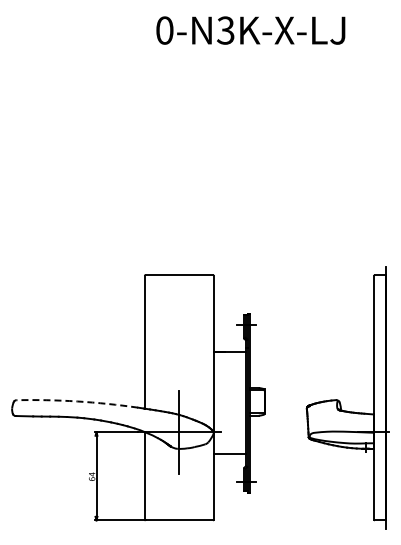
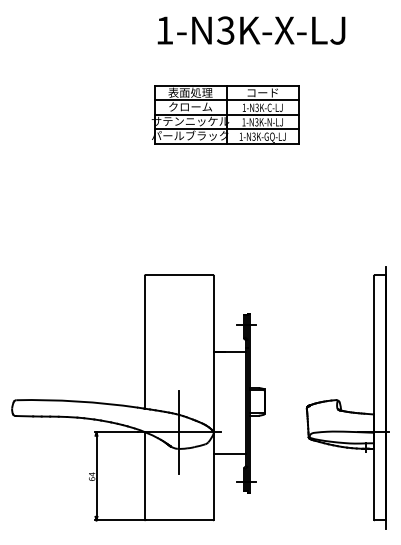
text at (164, 30): 0-N3K-X-LJ -> 1-N3K-X-LJ
part at (225, 114): none -> present
arc at (77, 401): dashed -> solid
